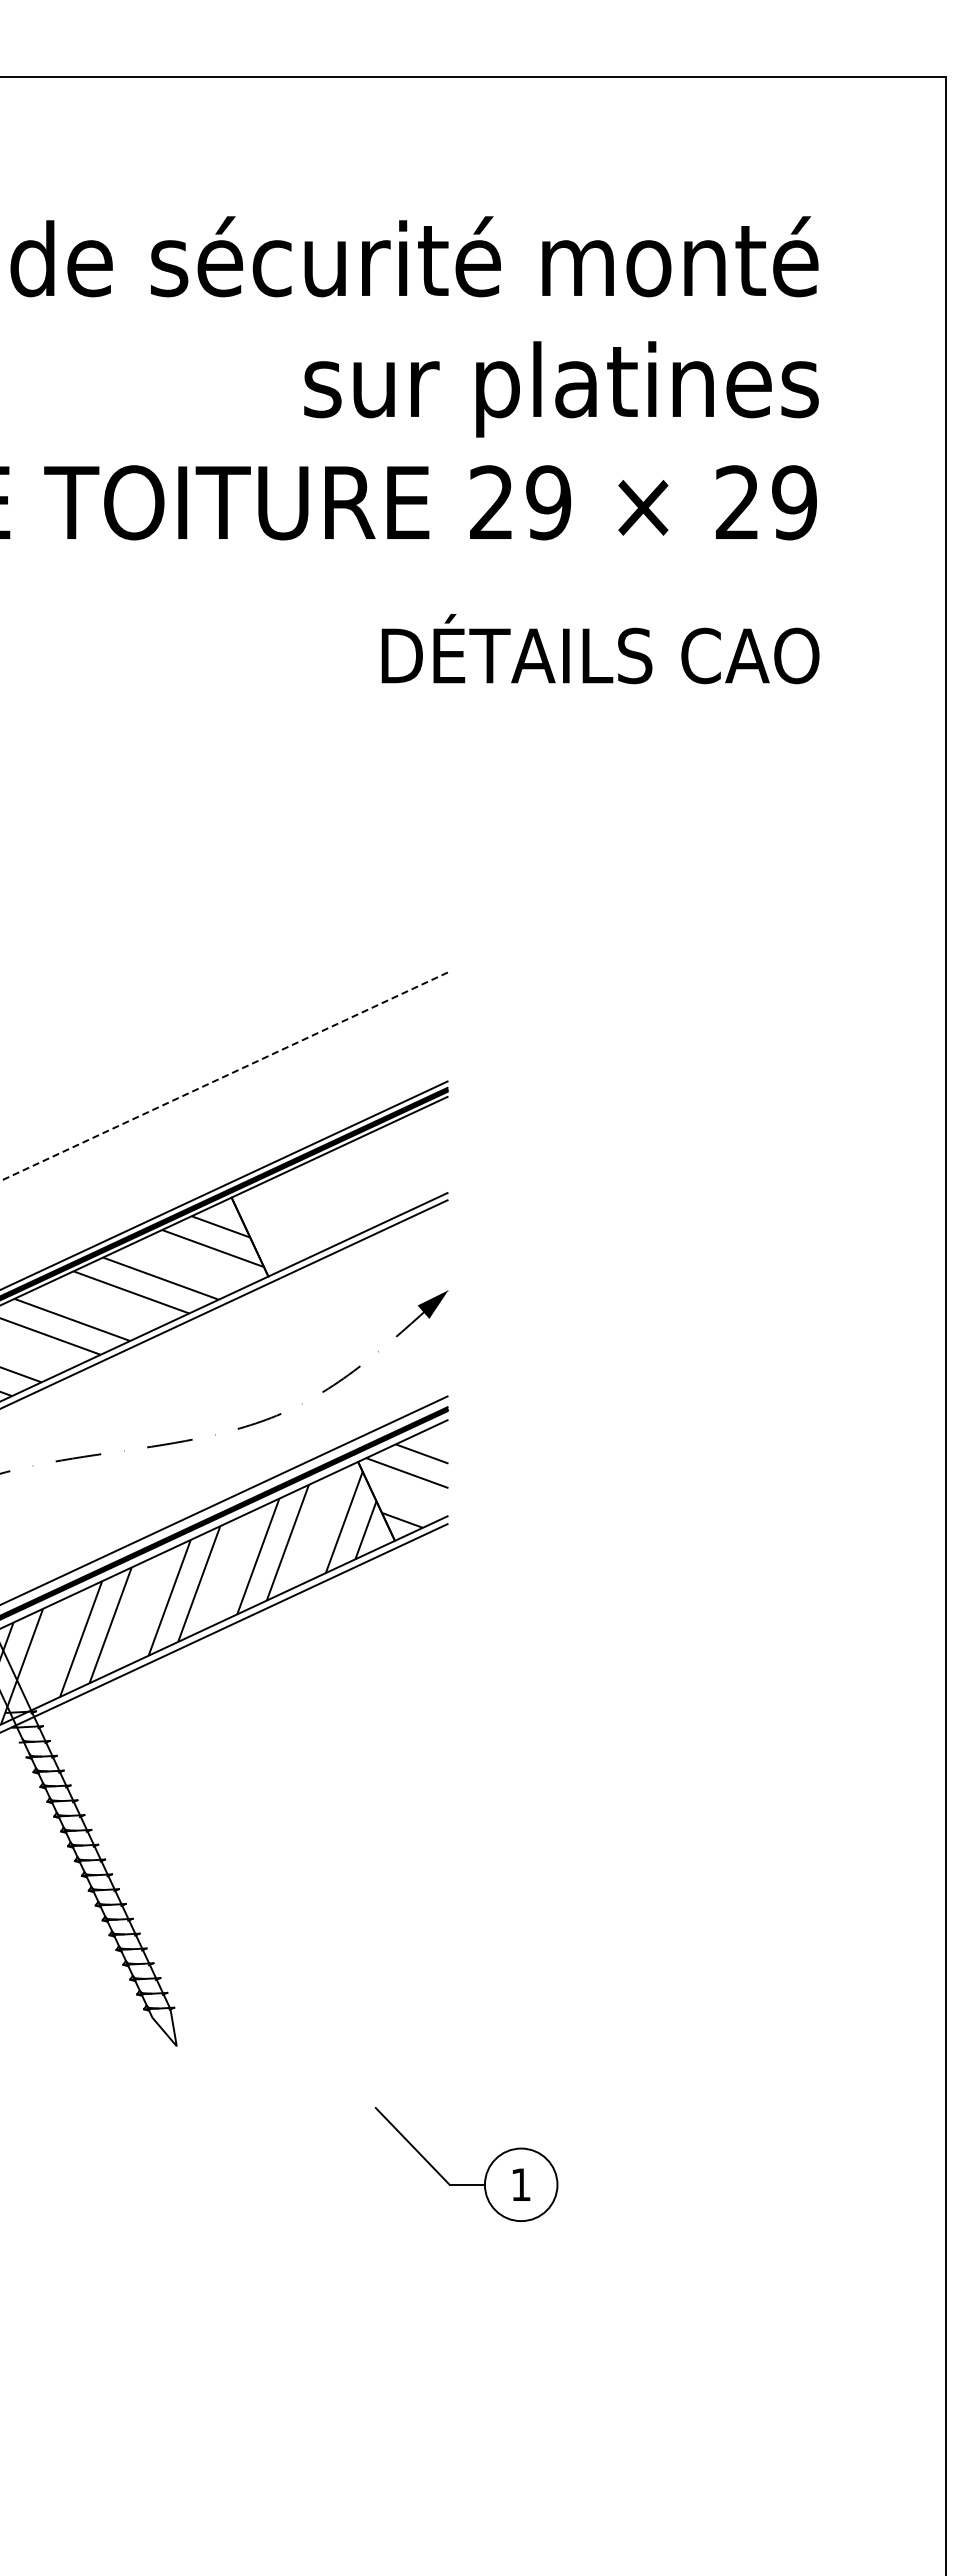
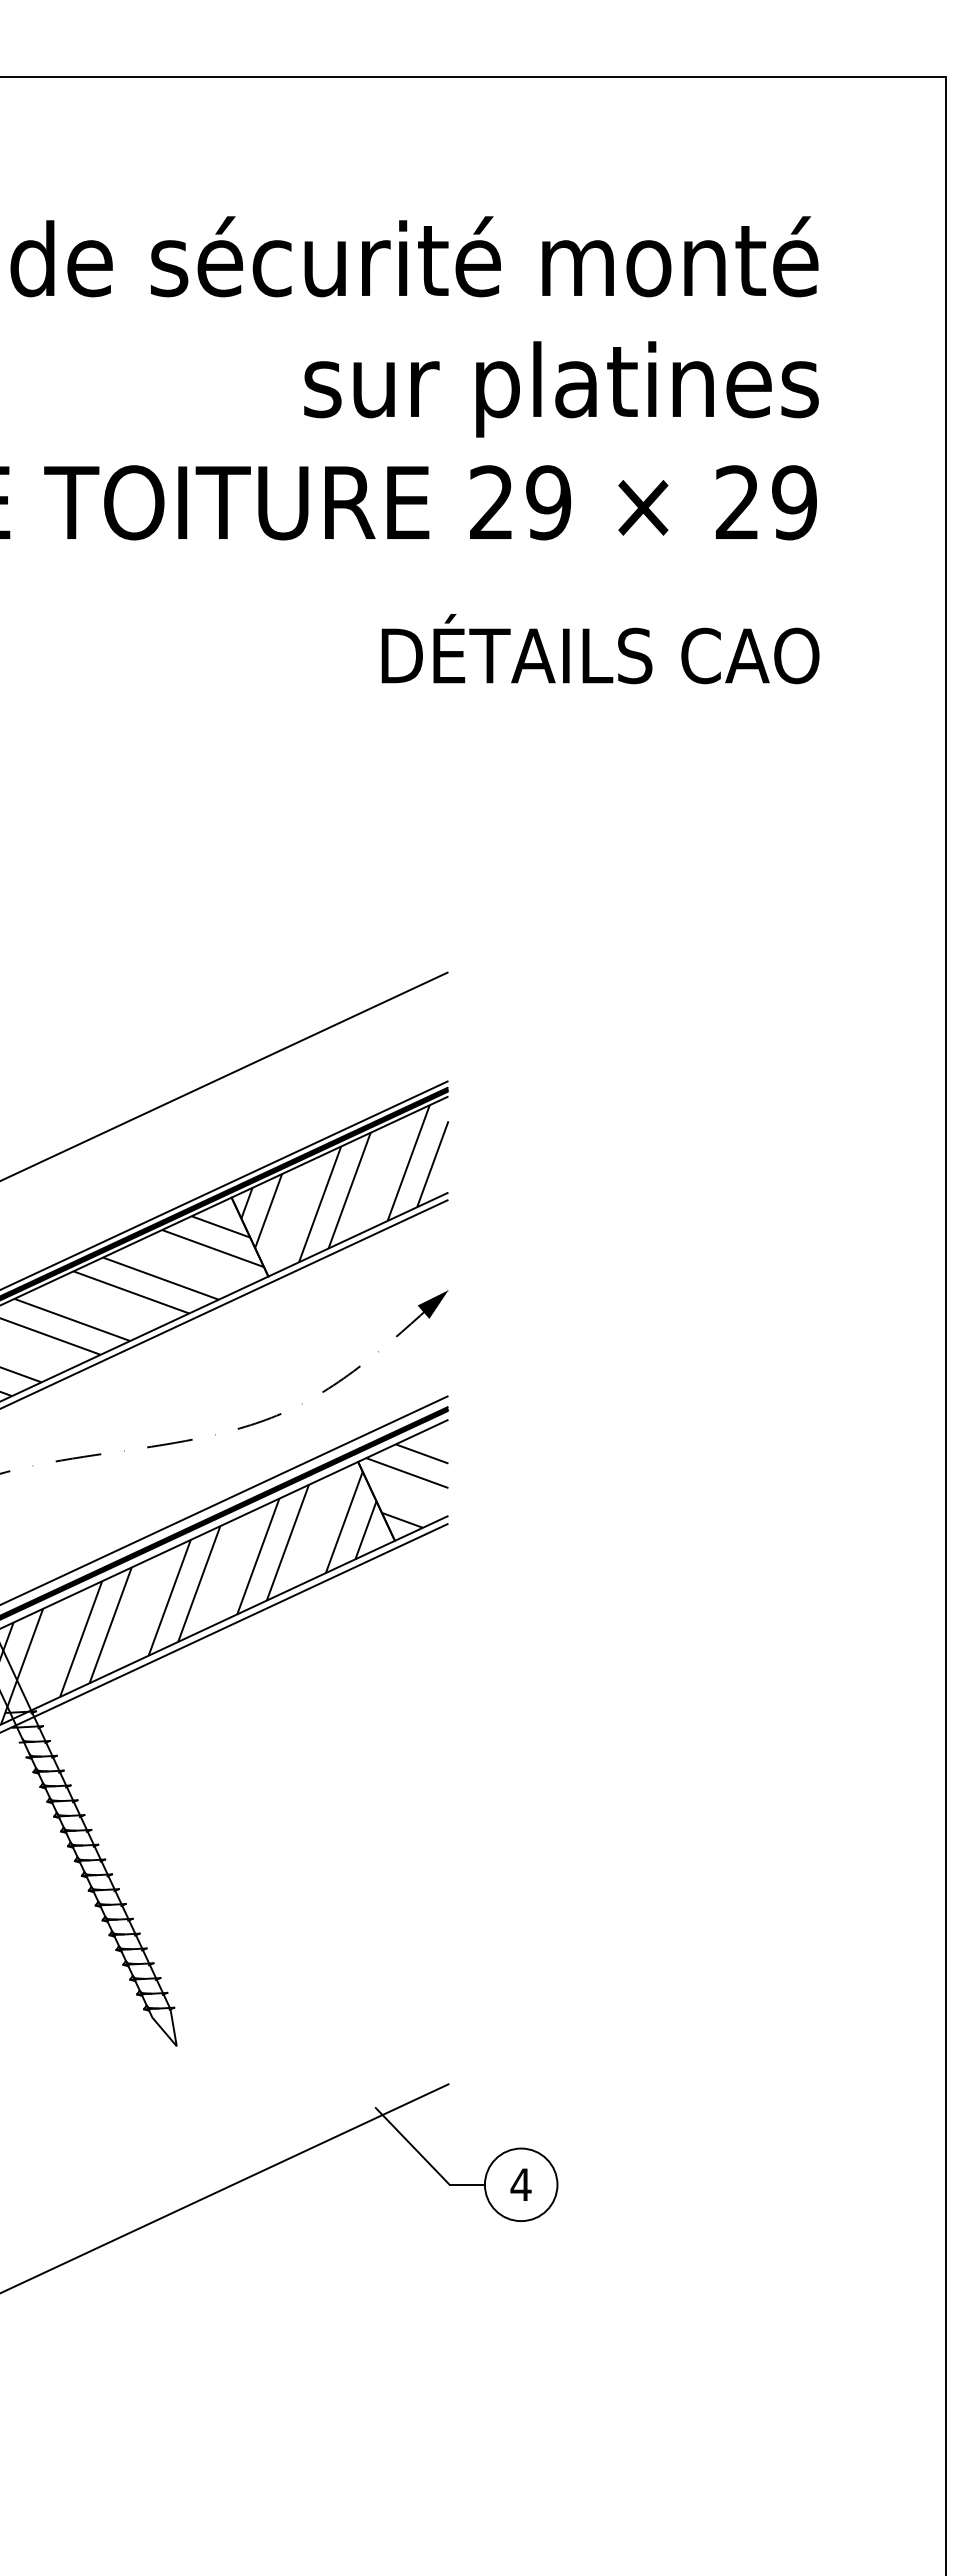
line at (224, 1076): dashed -> solid
hatch at (344, 1183): none -> present
text at (520, 2184): 1 -> 4
line at (225, 2188): none -> present
